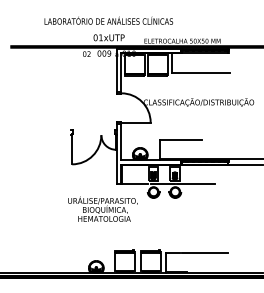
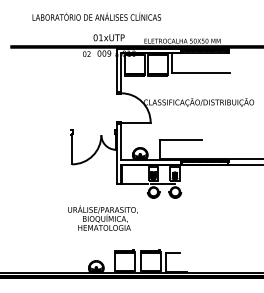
text at (108, 20) position: (108, 20) -> (96, 16)
line at (196, 184): present -> none
text at (102, 208) position: (102, 208) -> (102, 217)
line at (205, 253): present -> none
